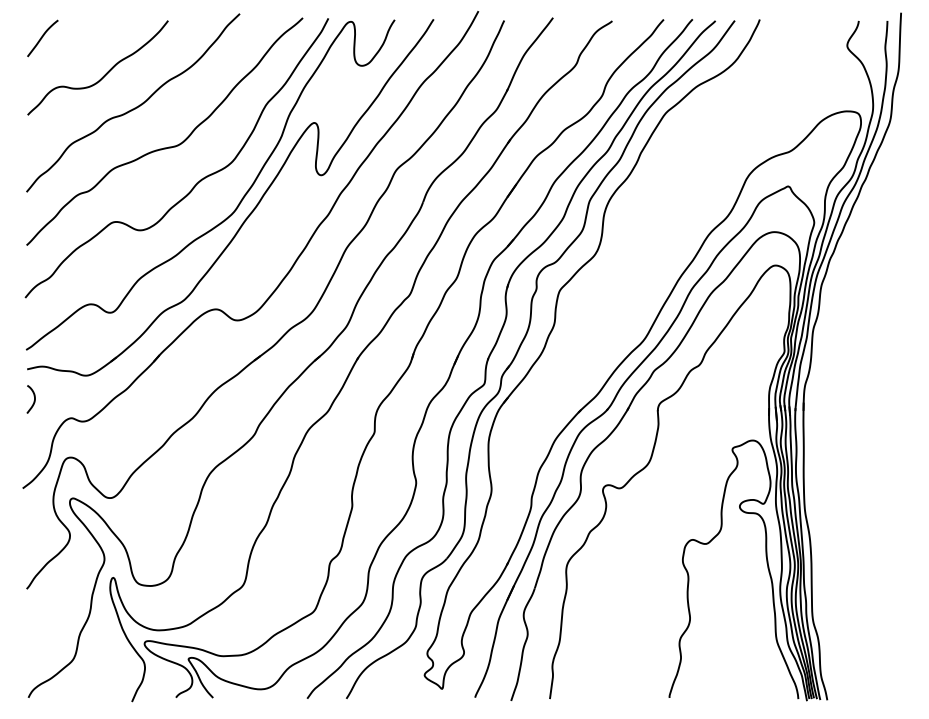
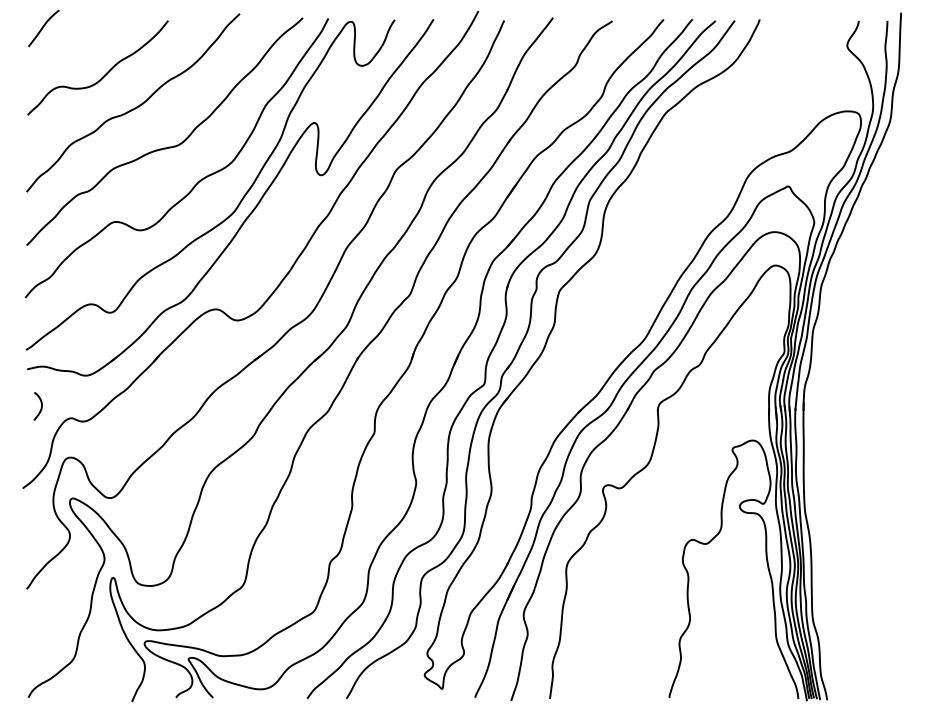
curve at (42, 38) position: (42, 38) -> (43, 28)
curve at (33, 401) position: (33, 401) -> (40, 408)
